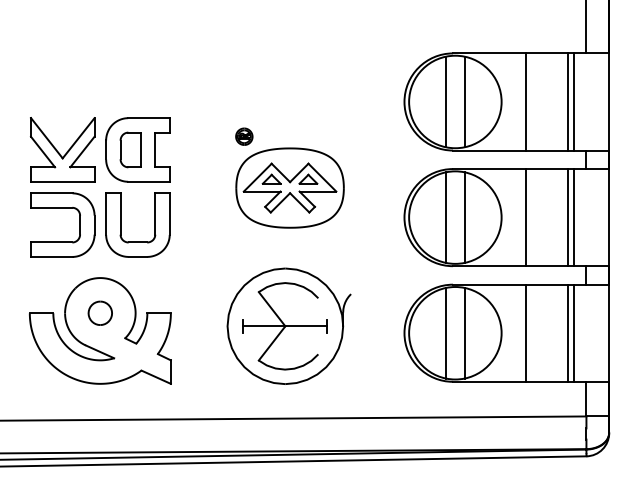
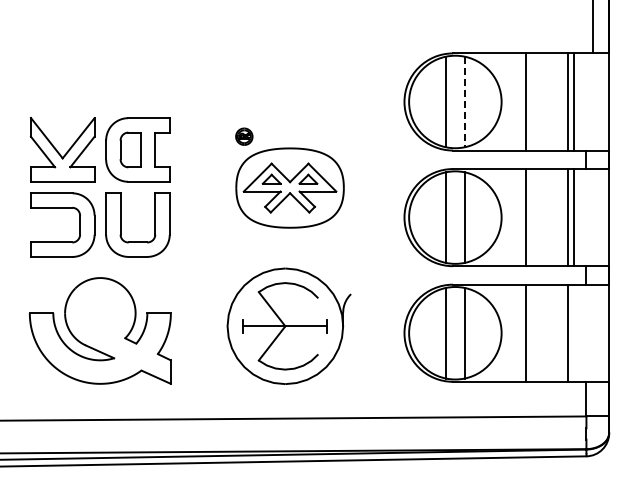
line at (586, 27) position: (586, 27) -> (593, 27)
line at (464, 102): solid -> dashed
part at (99, 312): present -> none
line at (574, 332): present -> none
